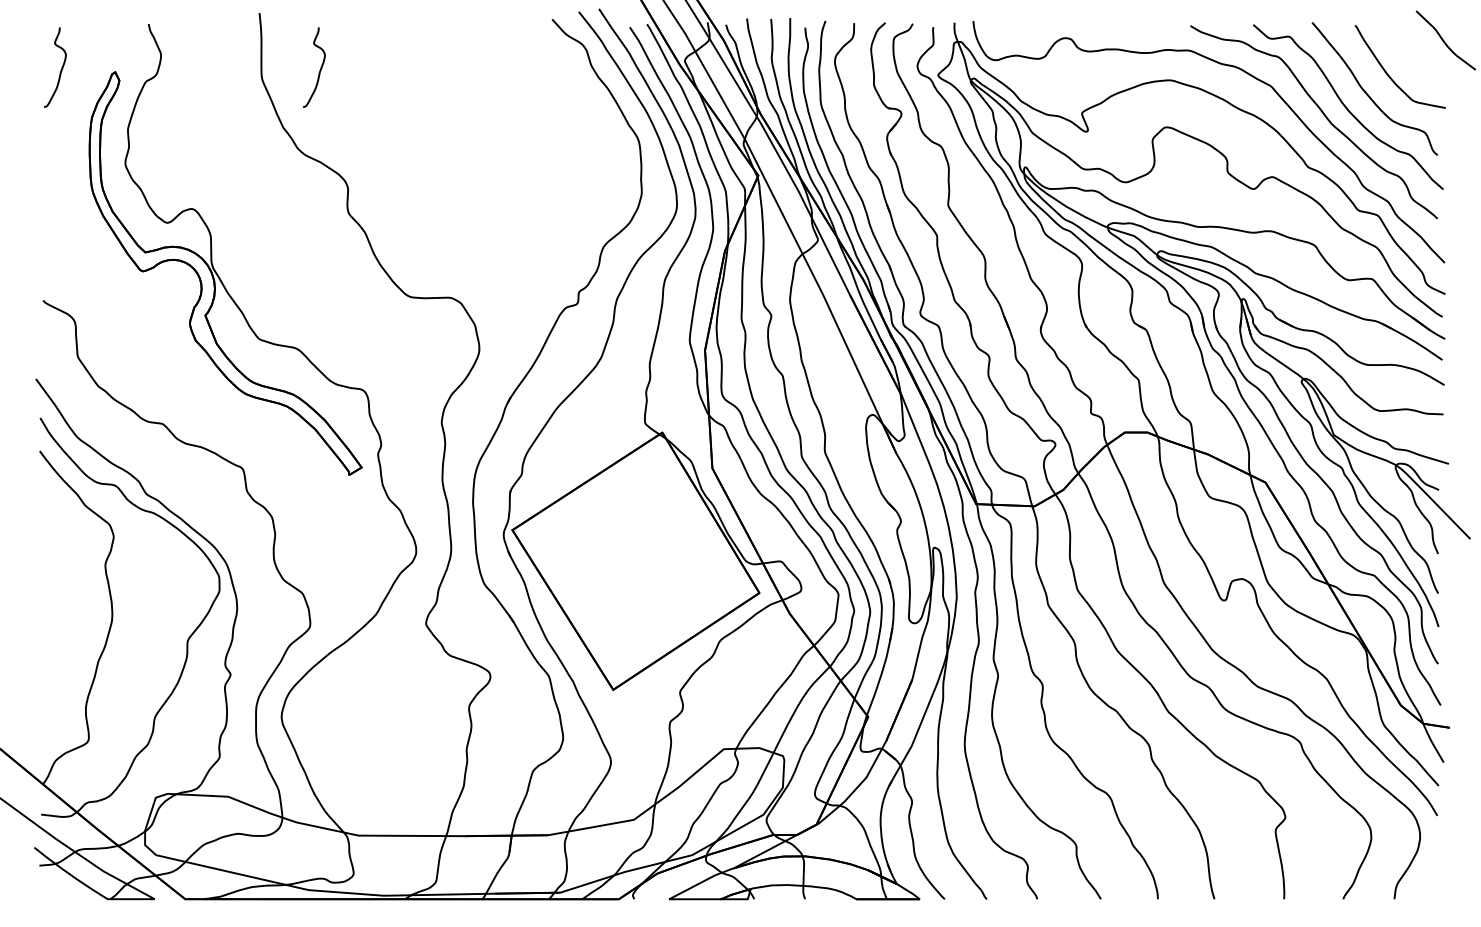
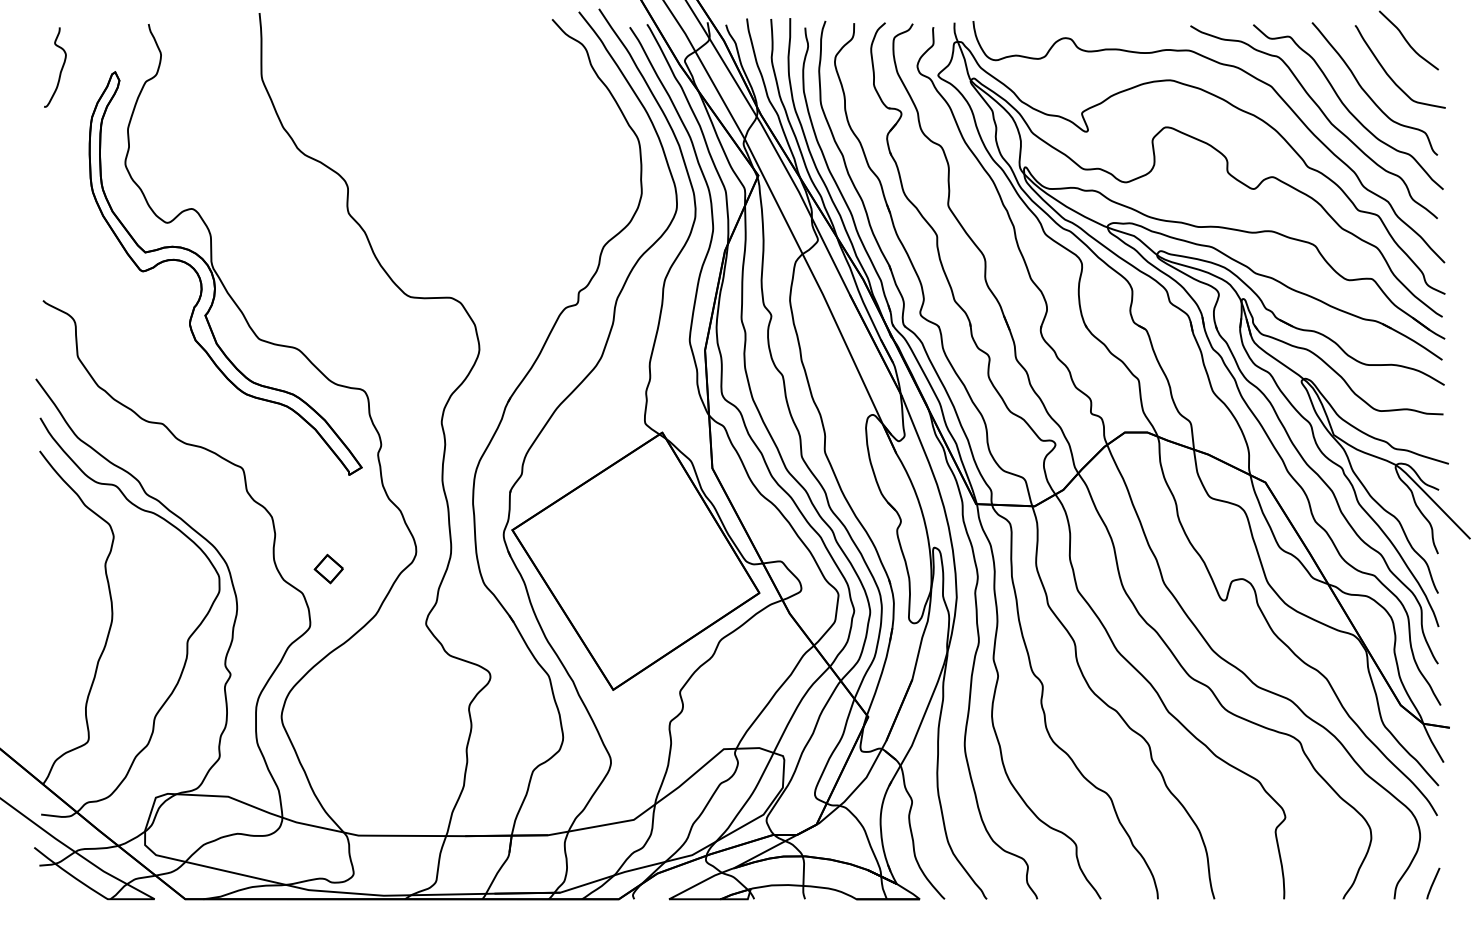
curve at (1444, 40) position: (1444, 40) -> (1407, 40)
curve at (319, 70): present -> none
part at (328, 568): none -> present
line at (1433, 883): none -> present
